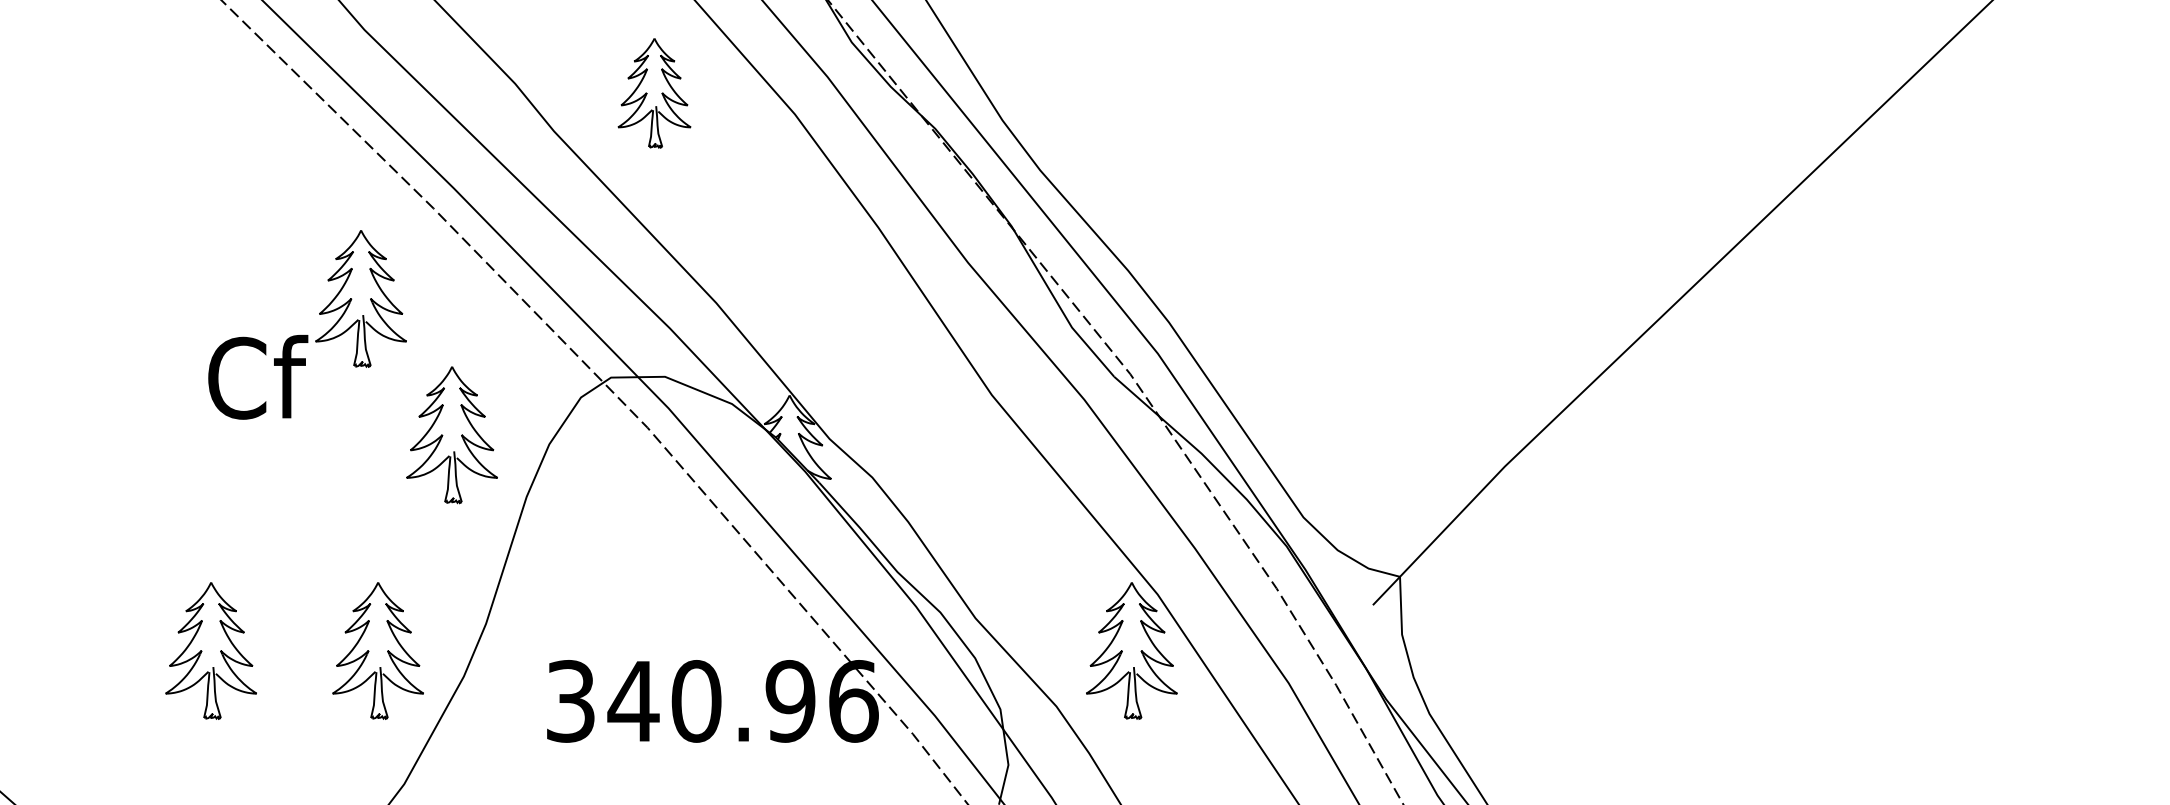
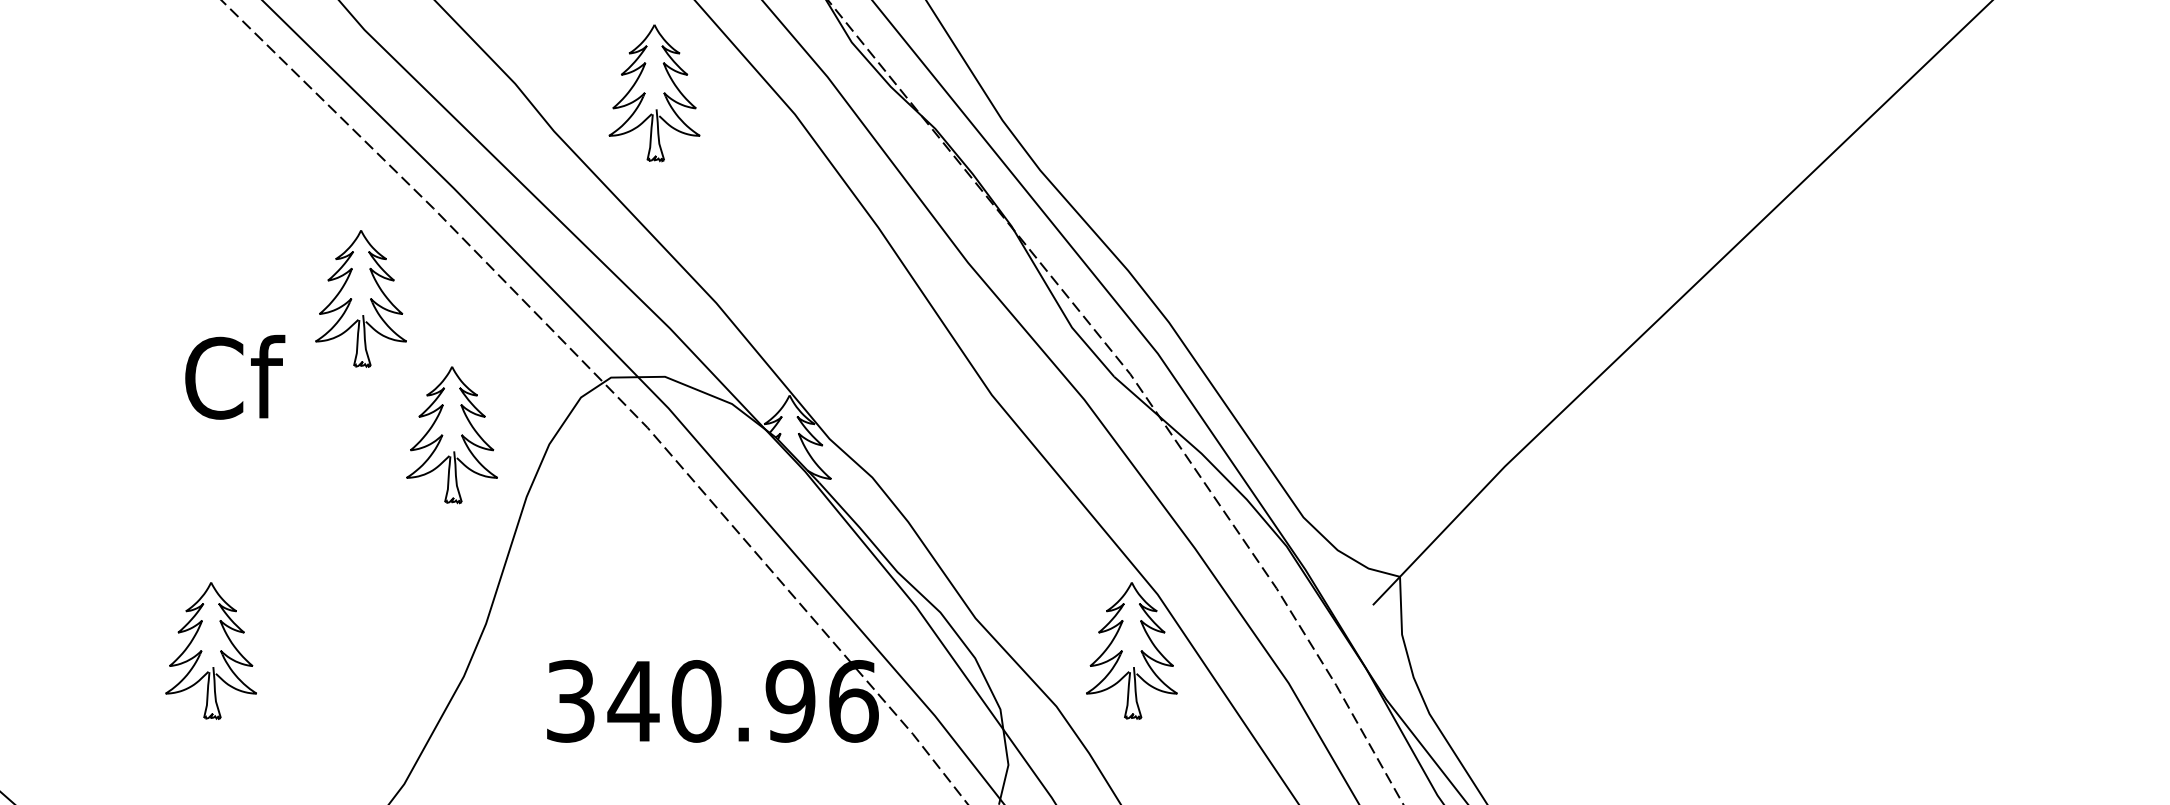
part at (654, 93) size: 75x111 px -> 93x139 px
text at (258, 377) position: (258, 377) -> (235, 377)
part at (377, 650): present -> none
